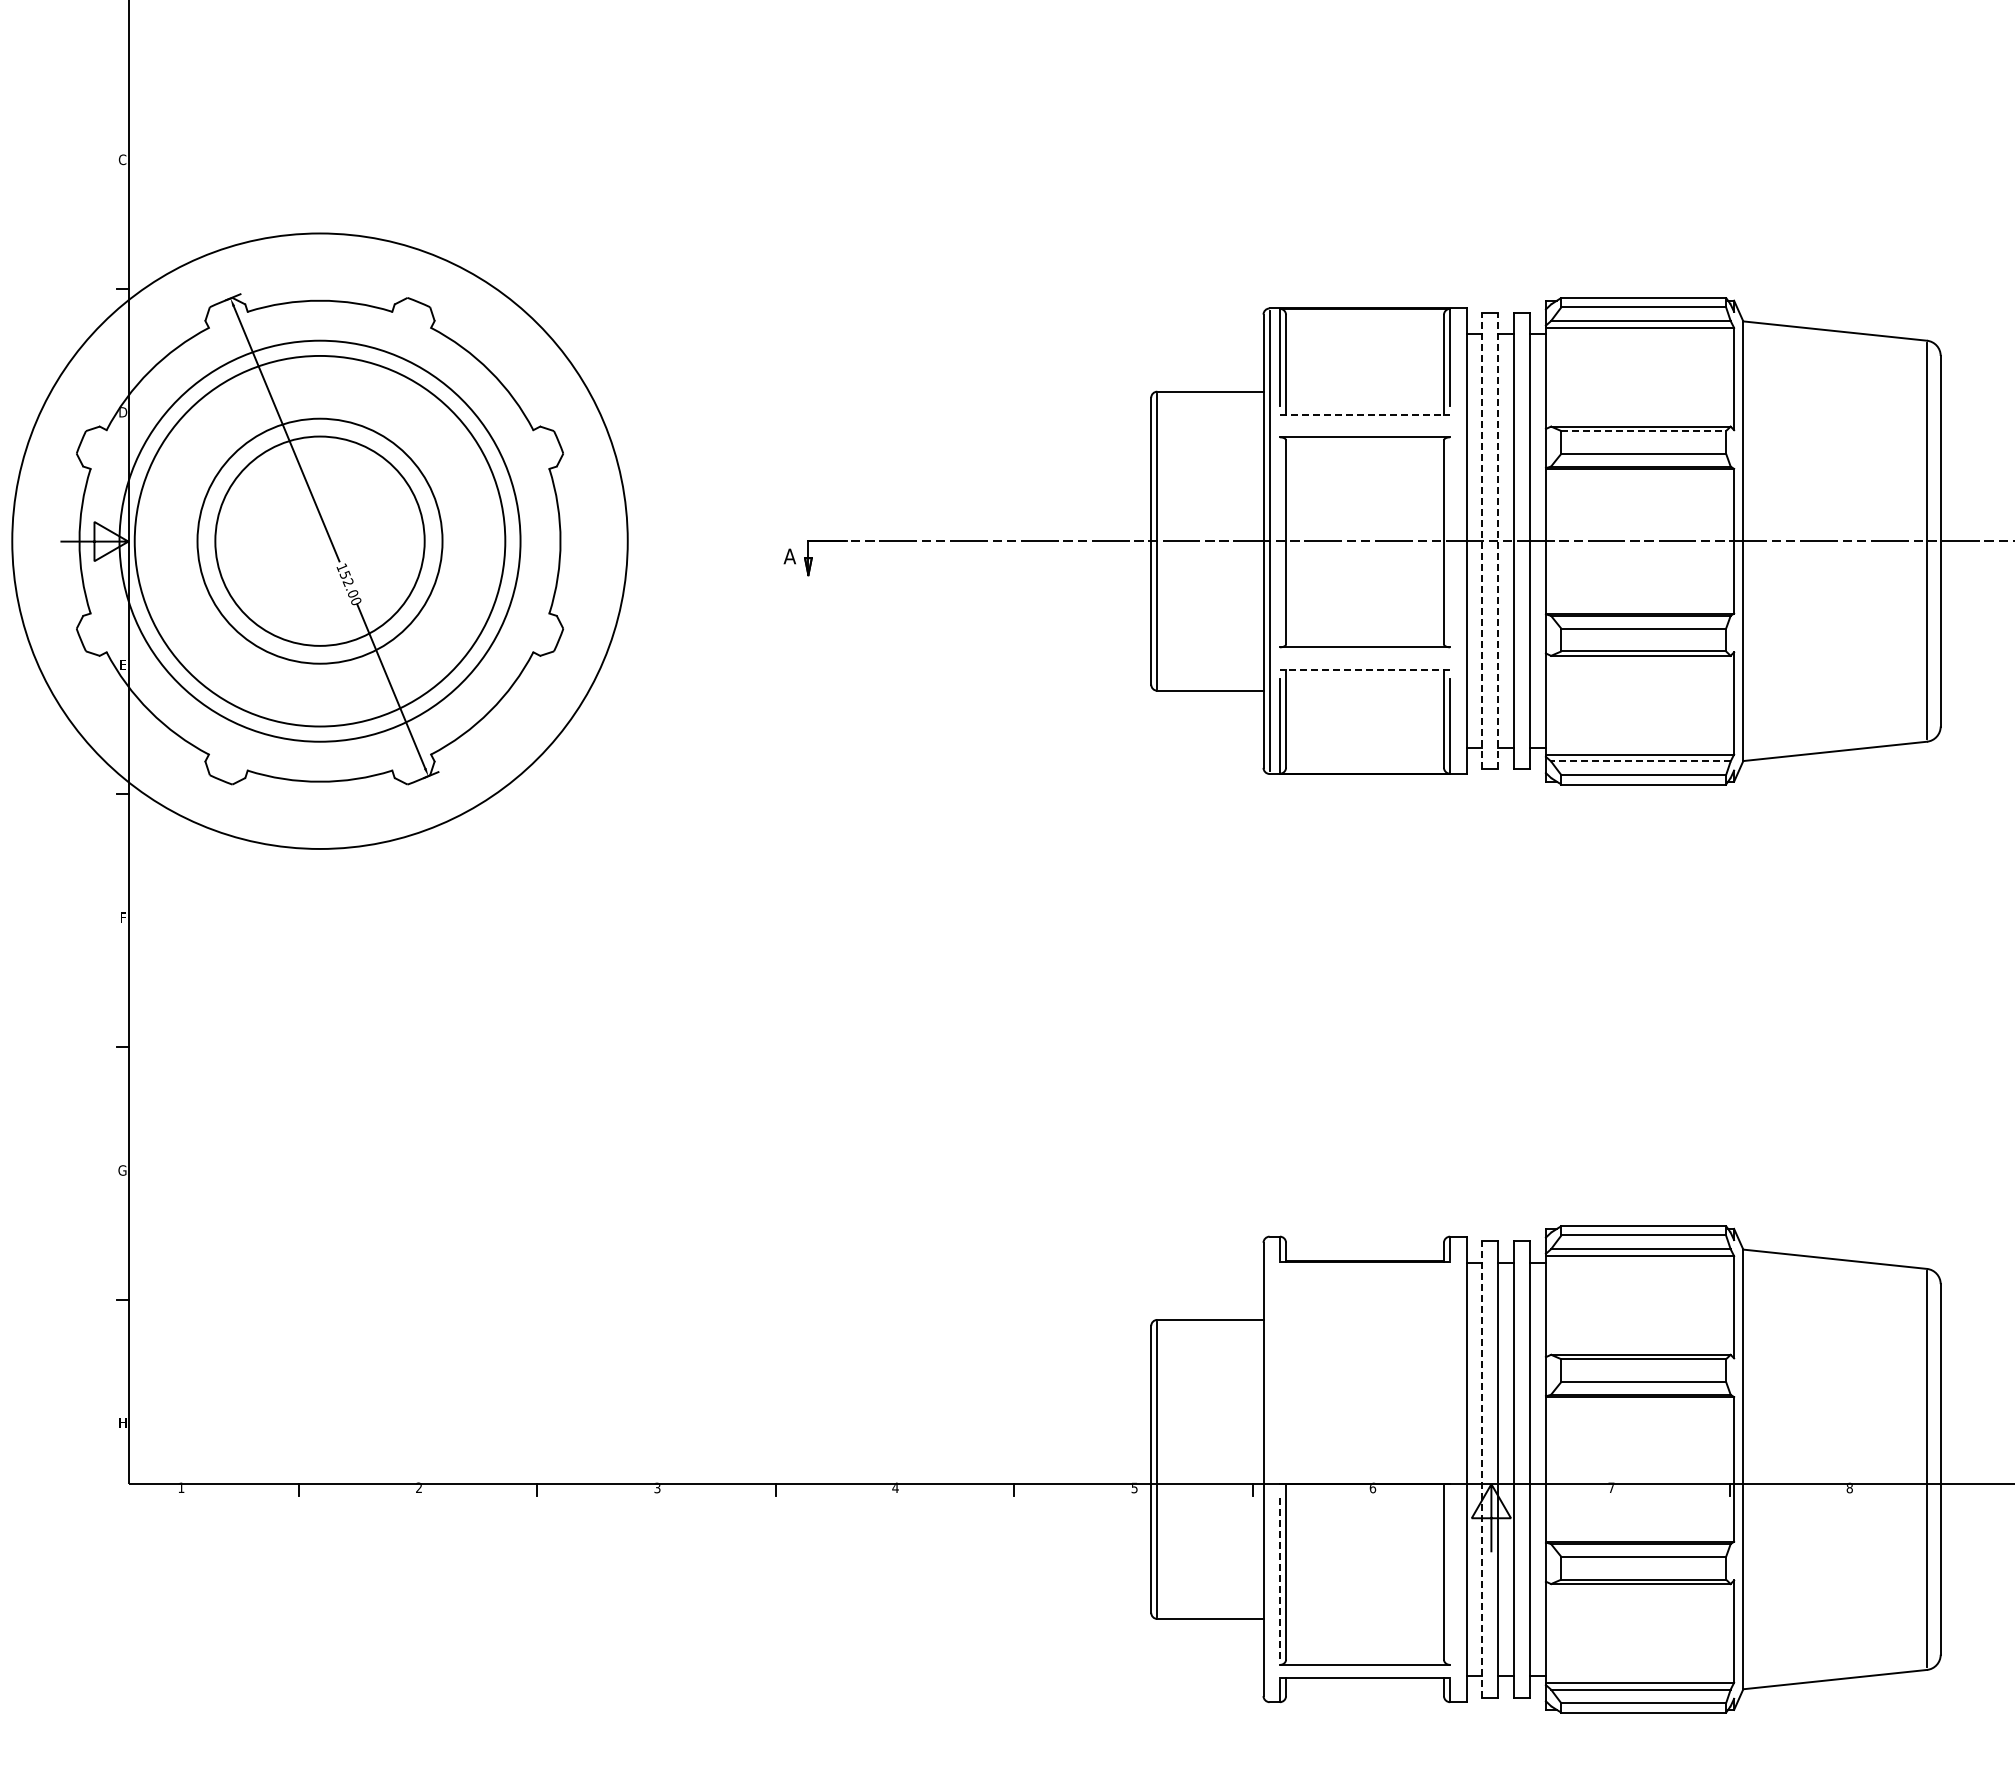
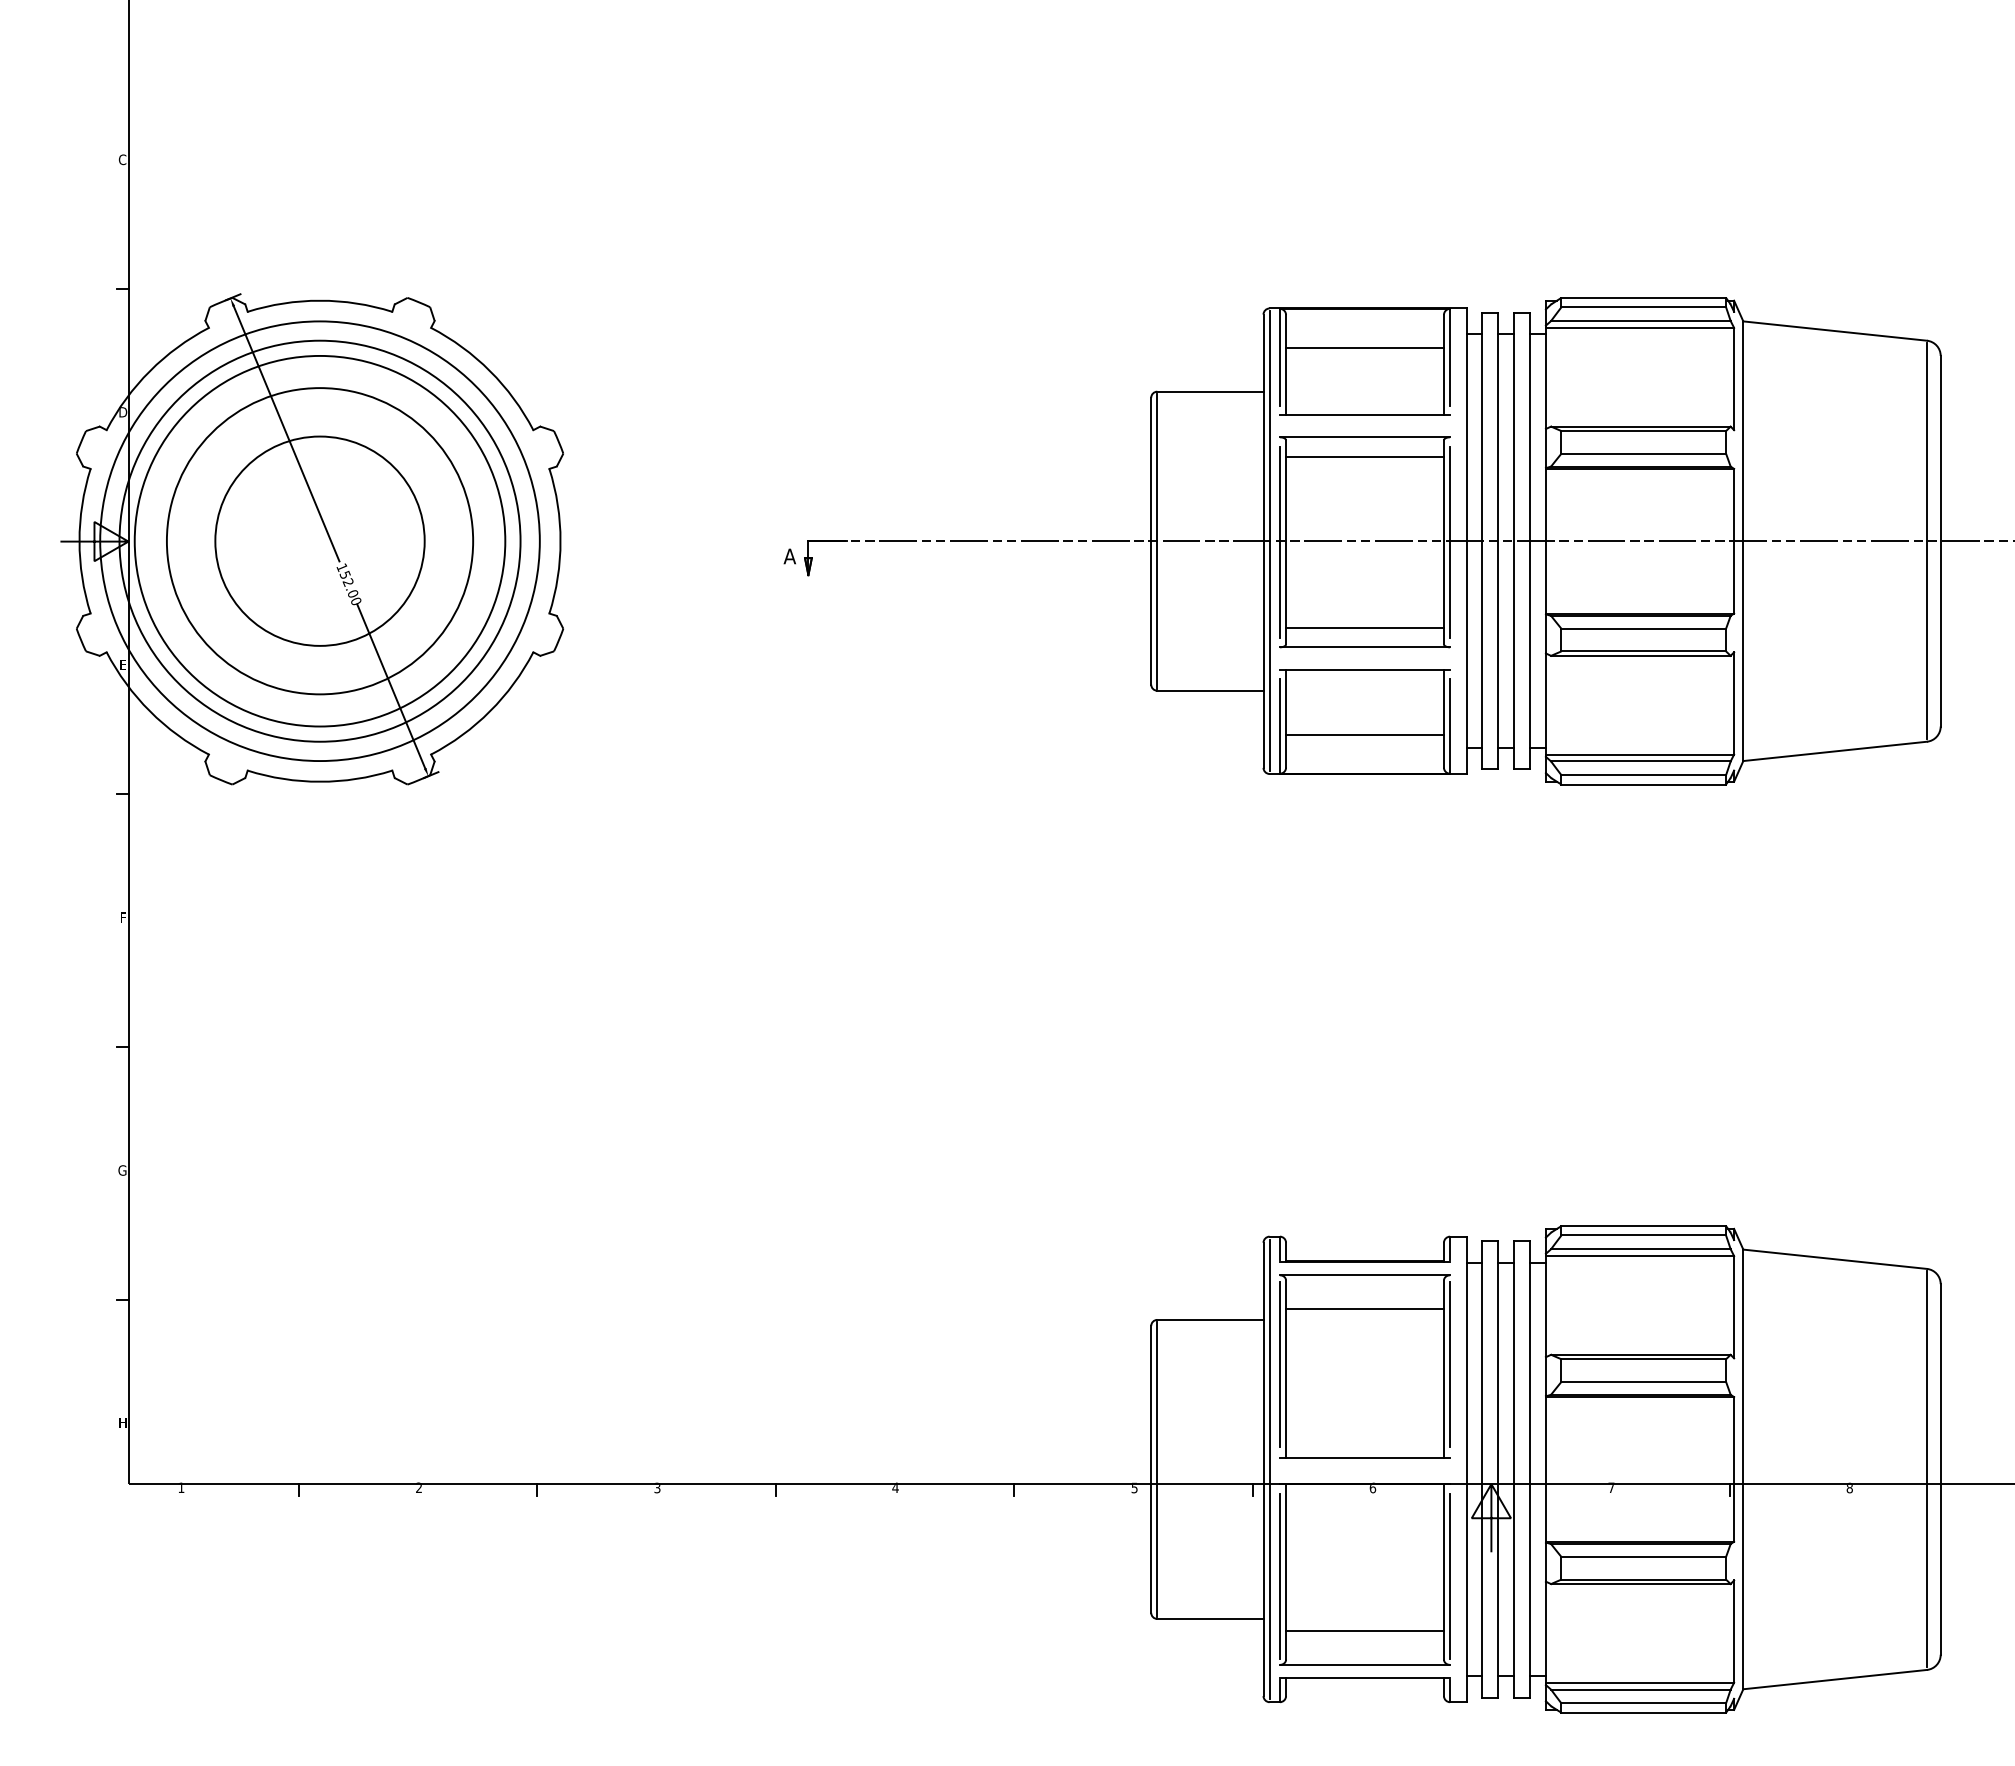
line at (1364, 347): none -> present
line at (1365, 414): dashed -> solid
line at (1644, 431): dashed -> solid
line at (1364, 456): none -> present
circle at (319, 540) diameter: 245 px -> 306 px
circle at (319, 540) diameter: 615 px -> 440 px
line at (1482, 540): dashed -> solid
line at (1498, 540): dashed -> solid
line at (1279, 542): none -> present
line at (1450, 542): none -> present
line at (1364, 627): none -> present
line at (1364, 669): dashed -> solid
line at (1364, 734): none -> present
line at (1640, 761): dashed -> solid
part at (1364, 1366): none -> present
line at (1482, 1468): dashed -> solid
line at (1269, 1469): none -> present
line at (1279, 1576): dashed -> solid
line at (1450, 1576): none -> present
line at (1364, 1631): none -> present
